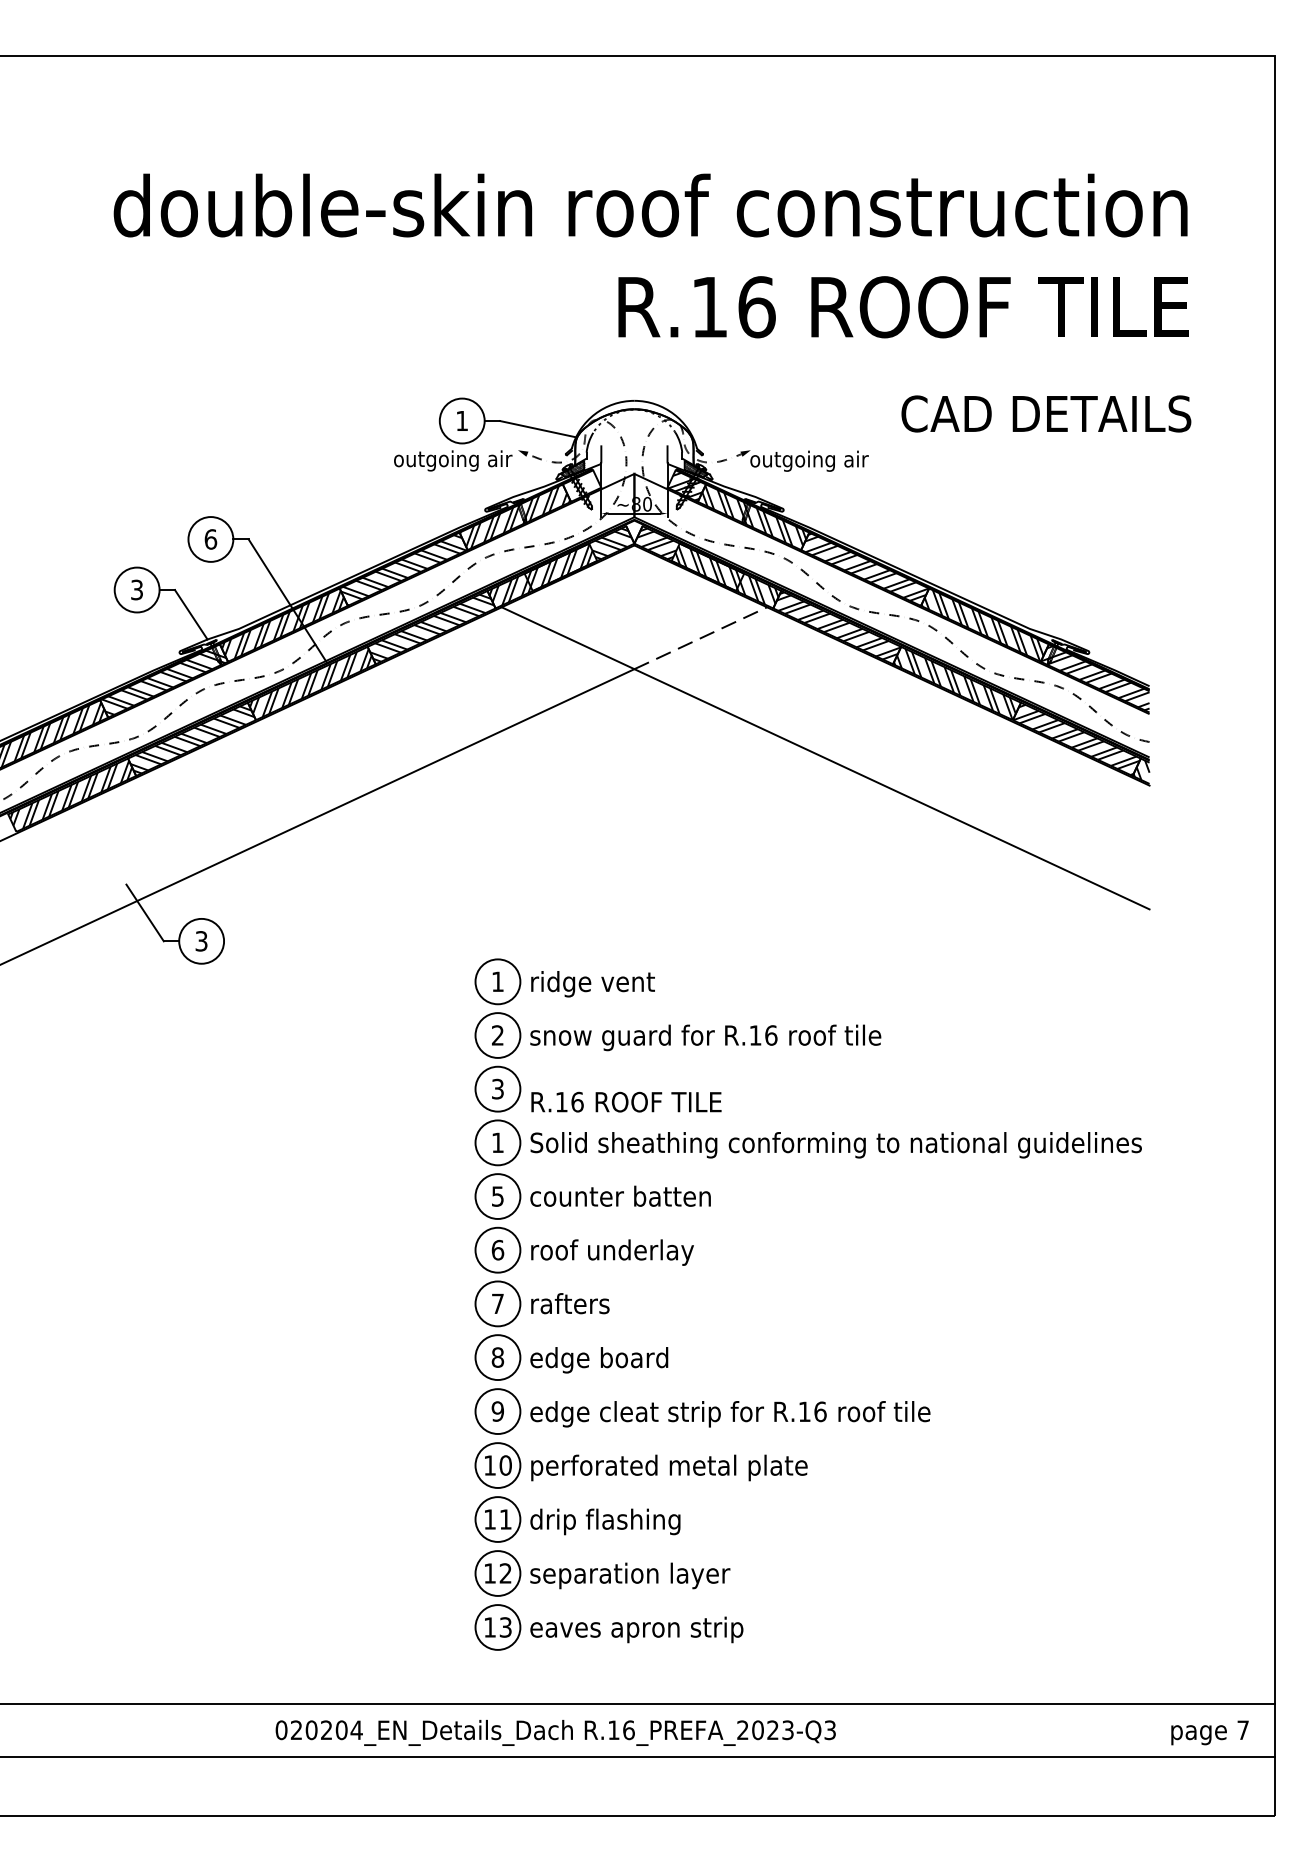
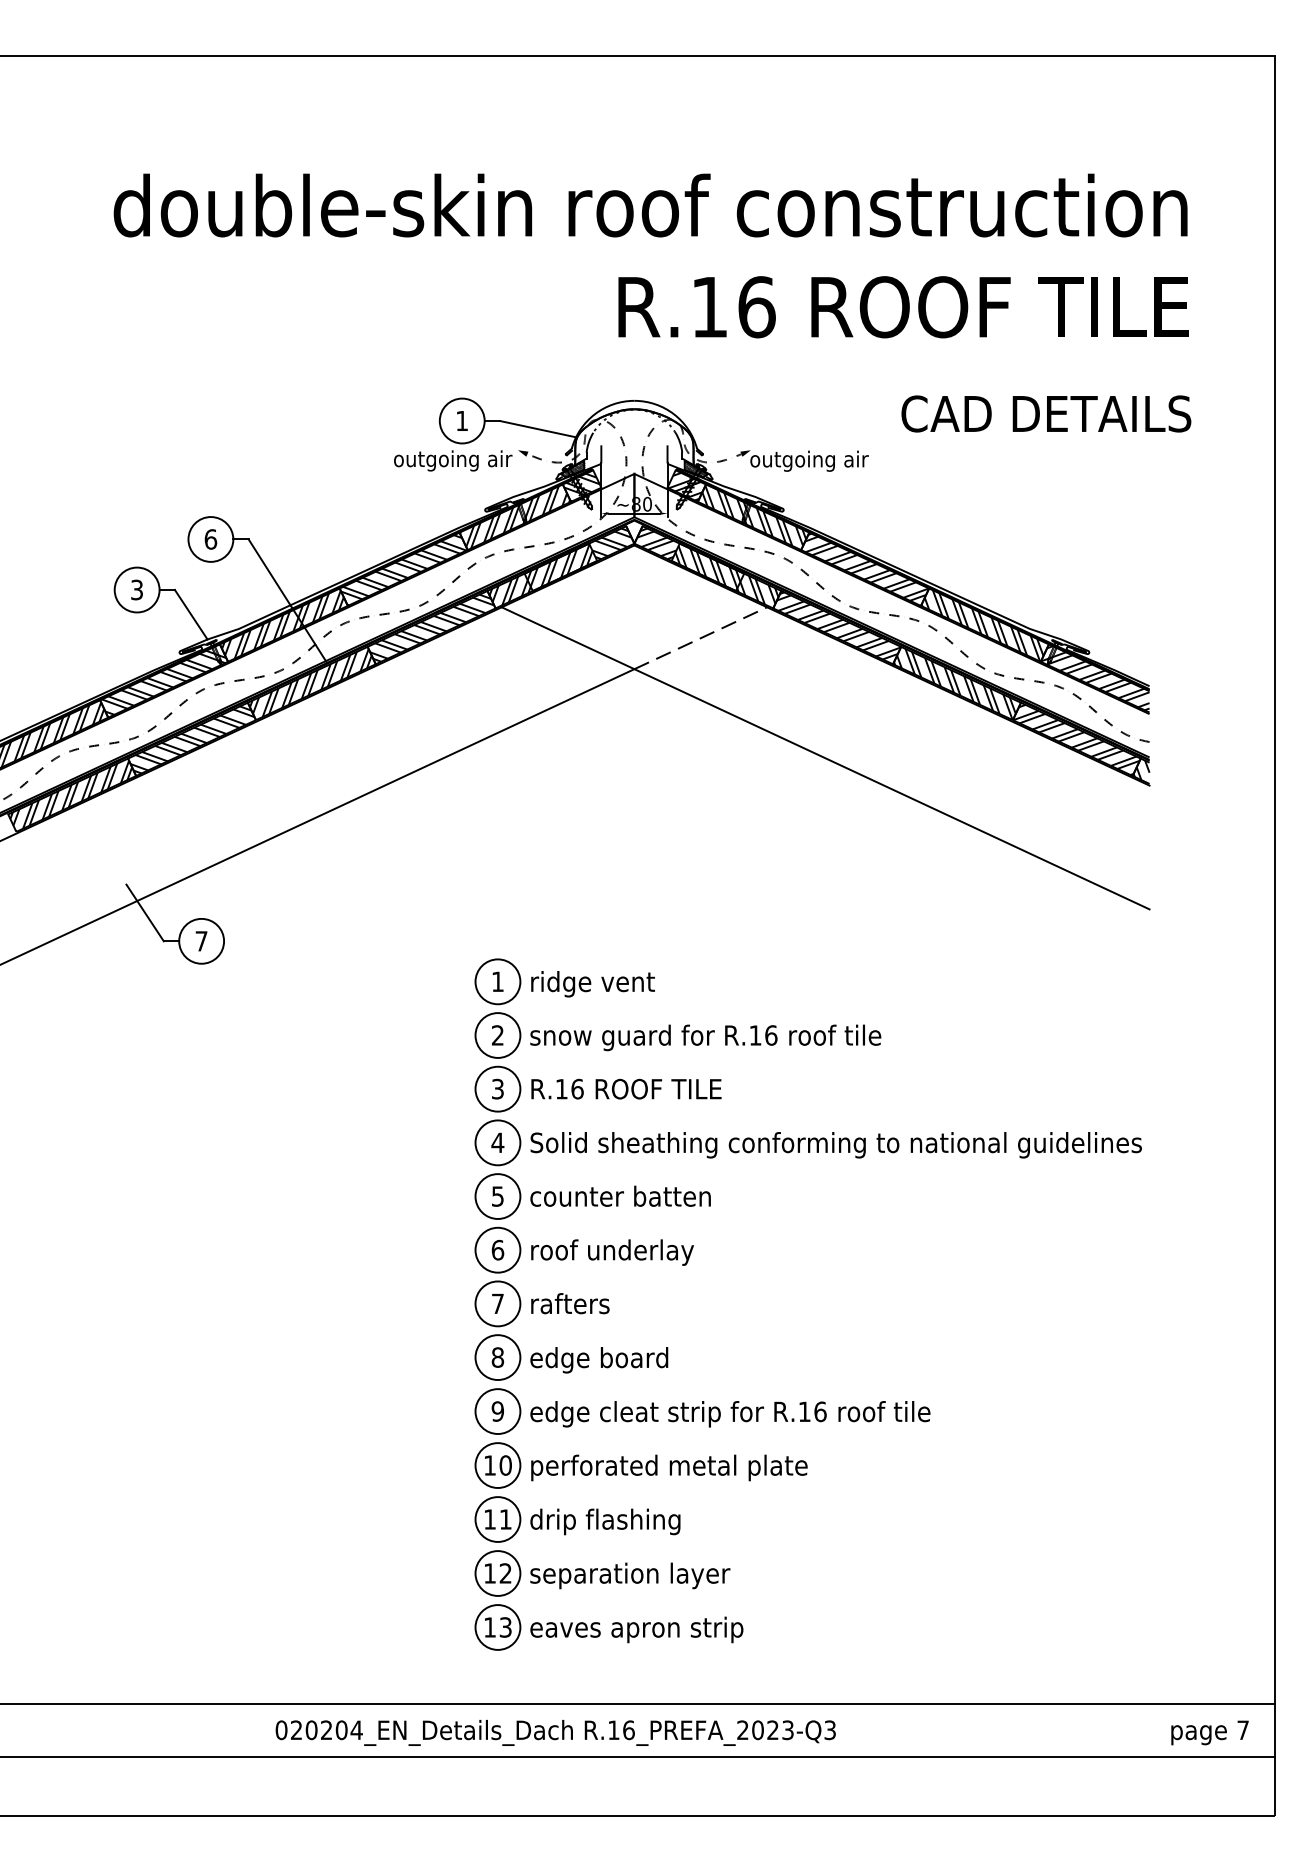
hatch at (581, 487): none -> present
text at (201, 941): 3 -> 7
text at (626, 1101) position: (626, 1101) -> (626, 1088)
text at (497, 1142): 1 -> 4
